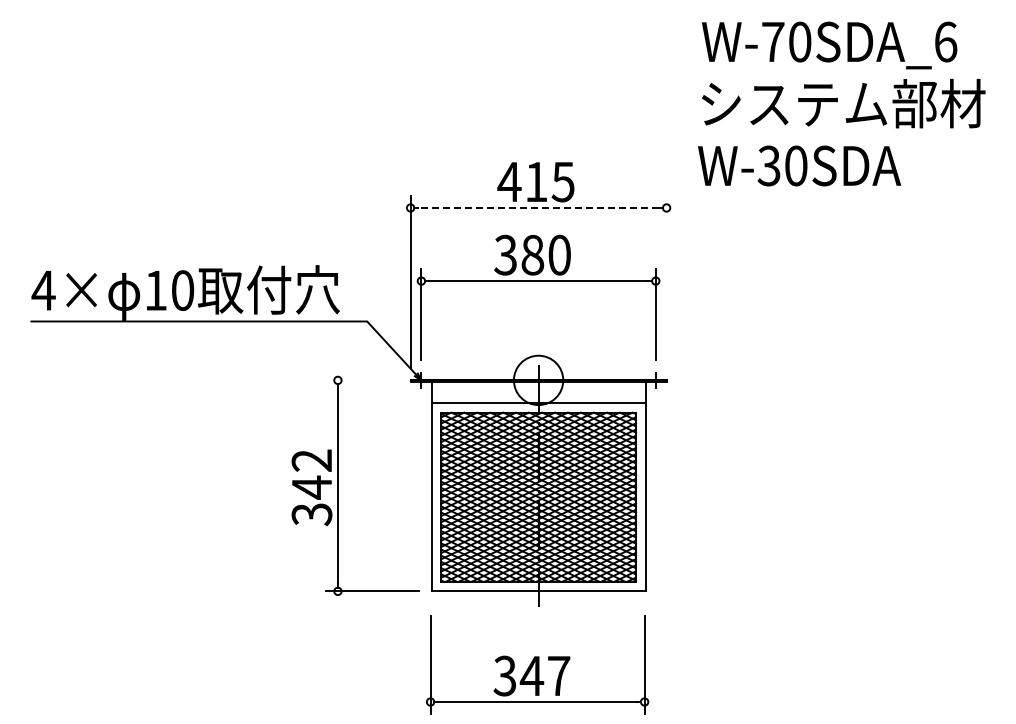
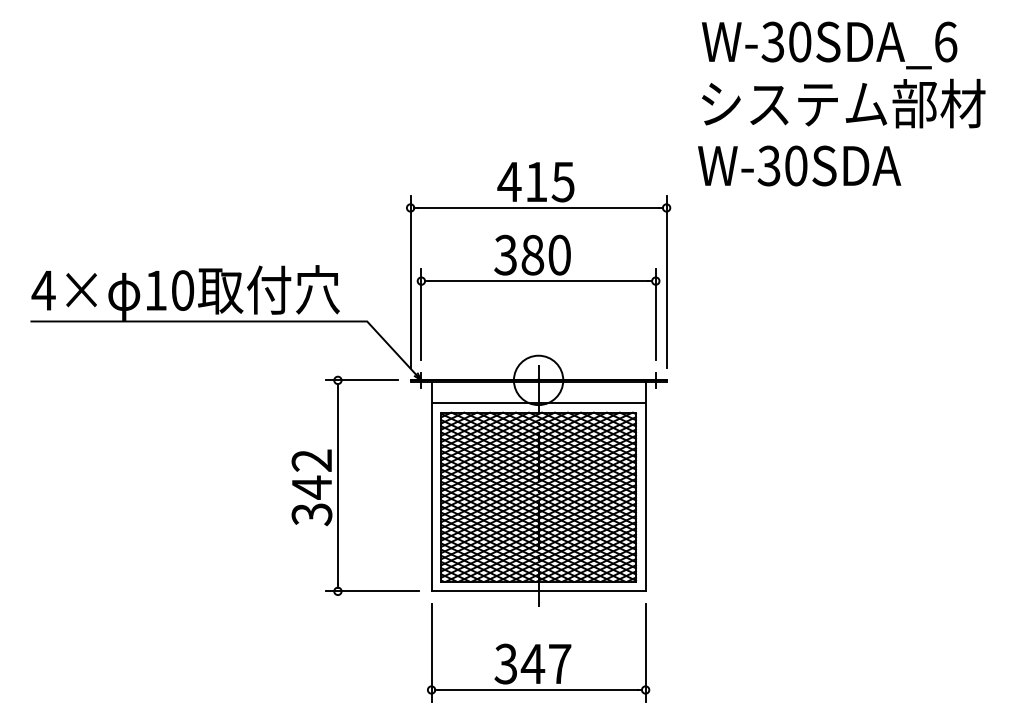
text at (772, 41): W-70SDA_6 -> W-30SDA_6
line at (538, 207): dashed -> solid
line at (666, 281): none -> present
line at (361, 380): none -> present
part at (537, 664) position: (537, 664) -> (538, 652)
